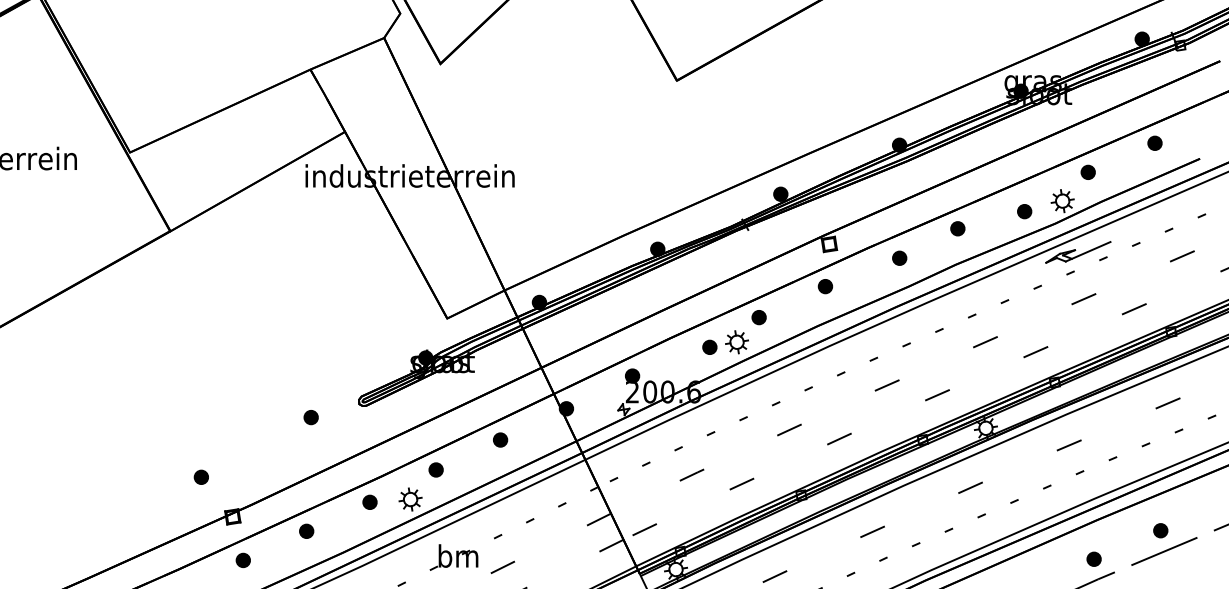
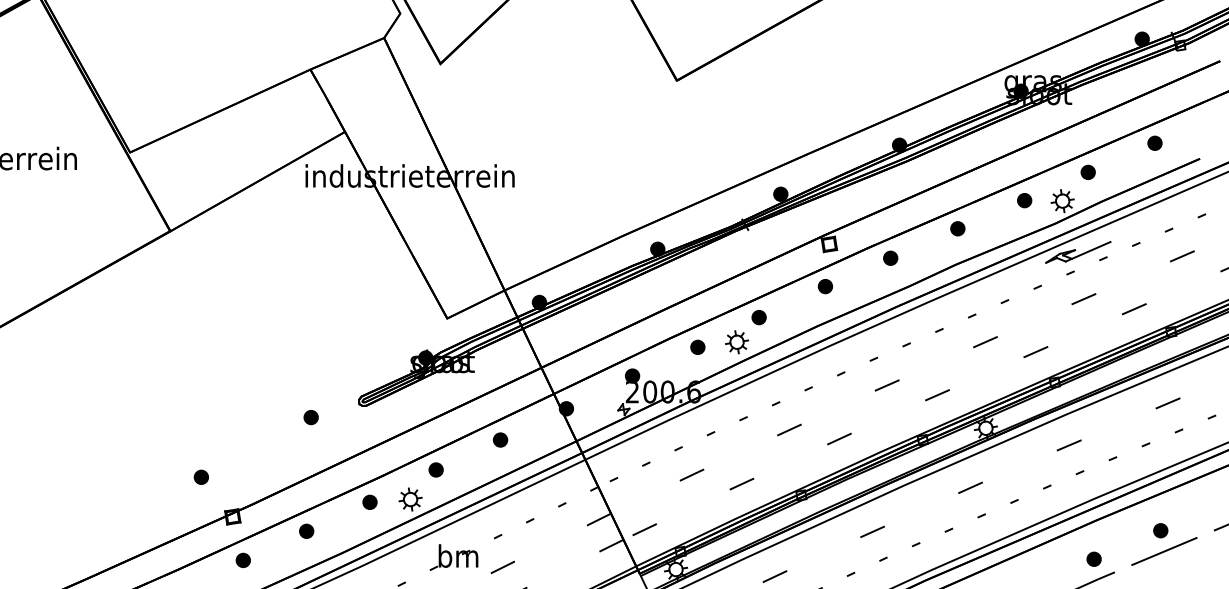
part at (1024, 211) position: (1024, 211) -> (1024, 200)
part at (899, 257) position: (899, 257) -> (890, 257)
part at (709, 346) position: (709, 346) -> (697, 346)
